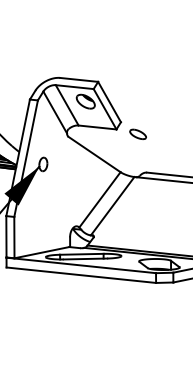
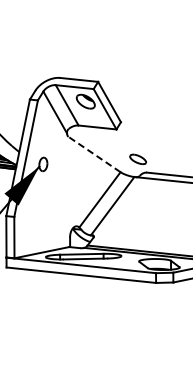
part at (137, 133) position: (137, 133) -> (137, 158)
line at (94, 154): solid -> dashed
